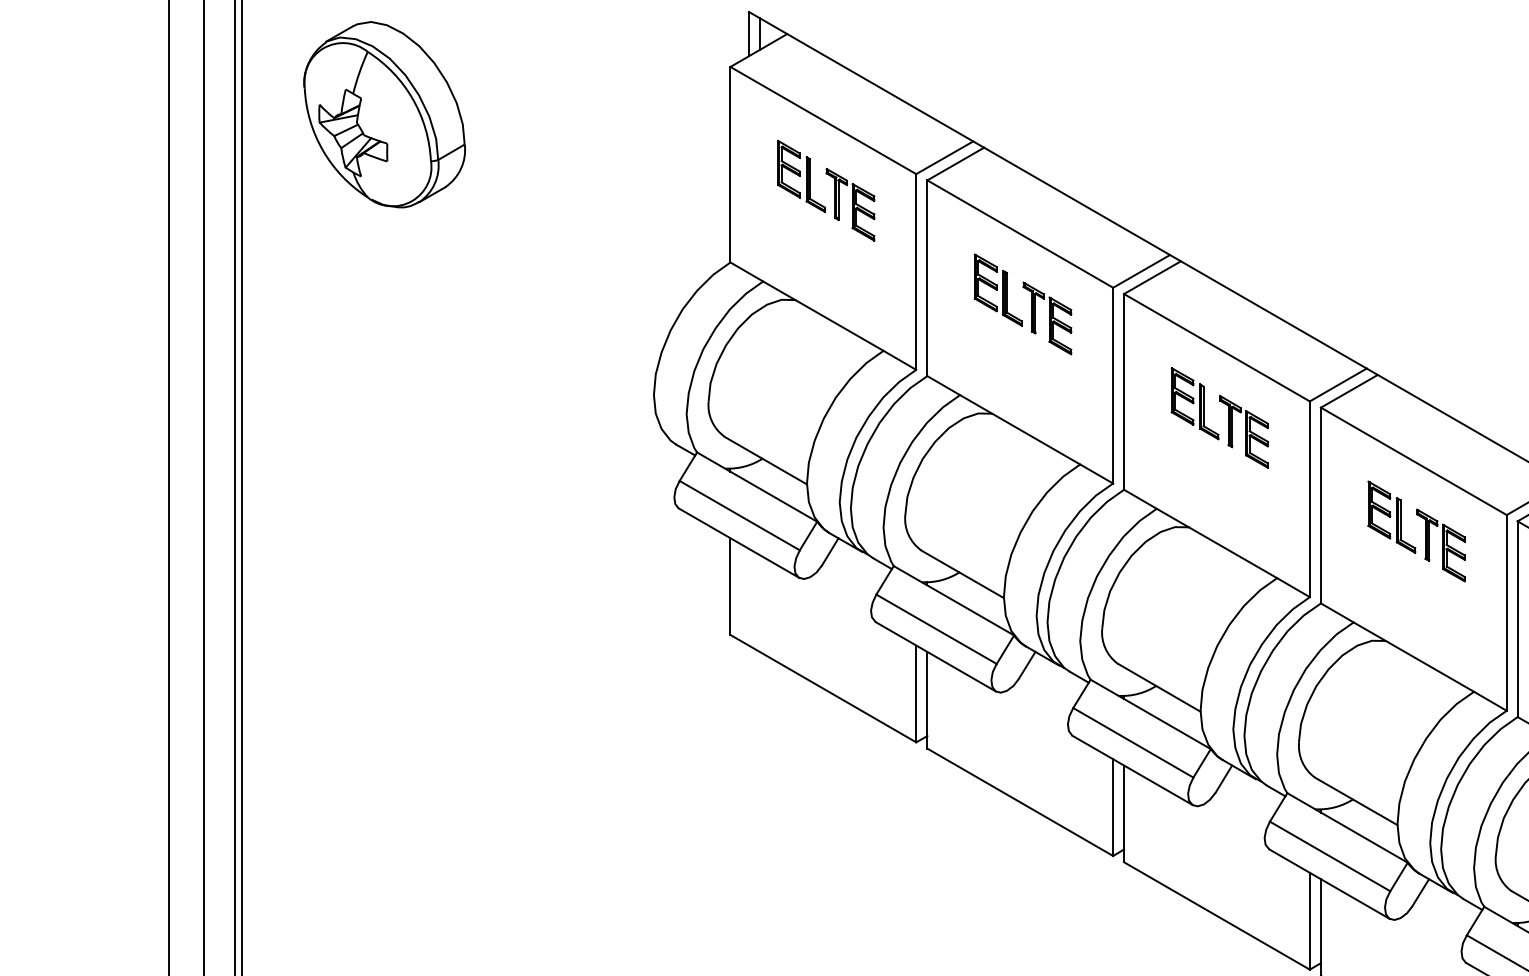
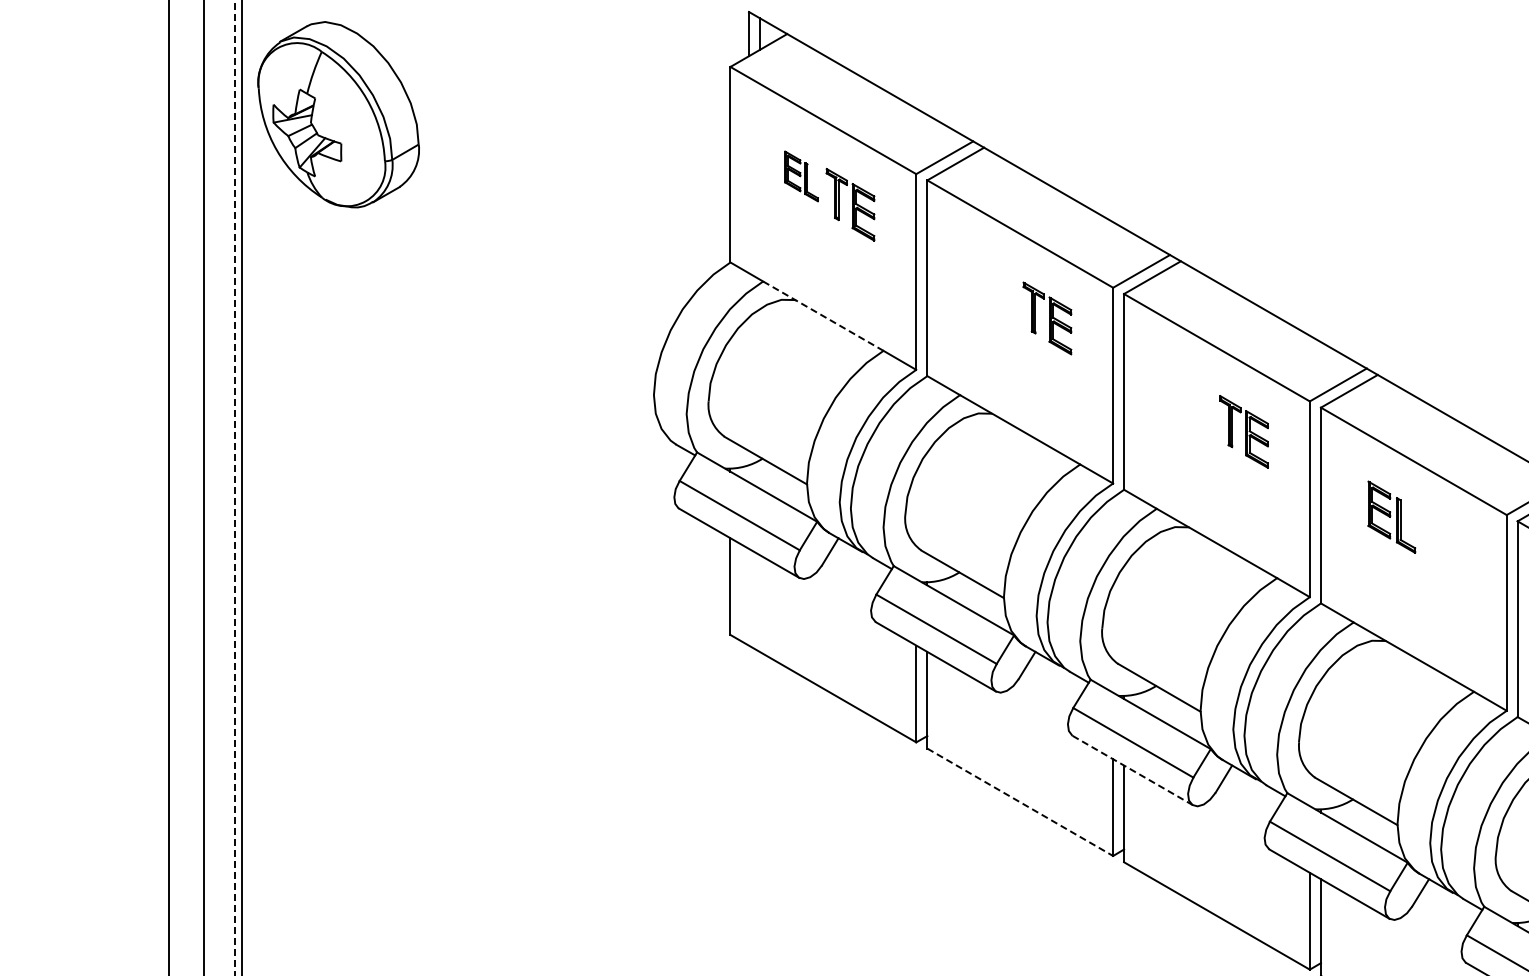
part at (384, 114) position: (384, 114) -> (338, 114)
part at (801, 176) size: 49x73 px -> 35x53 px
part at (997, 289): present -> none
line at (823, 316): solid -> dashed
part at (1194, 403): present -> none
line at (234, 487): solid -> dashed
part at (1440, 545): present -> none
line at (1133, 770): solid -> dashed
line at (1020, 802): solid -> dashed
